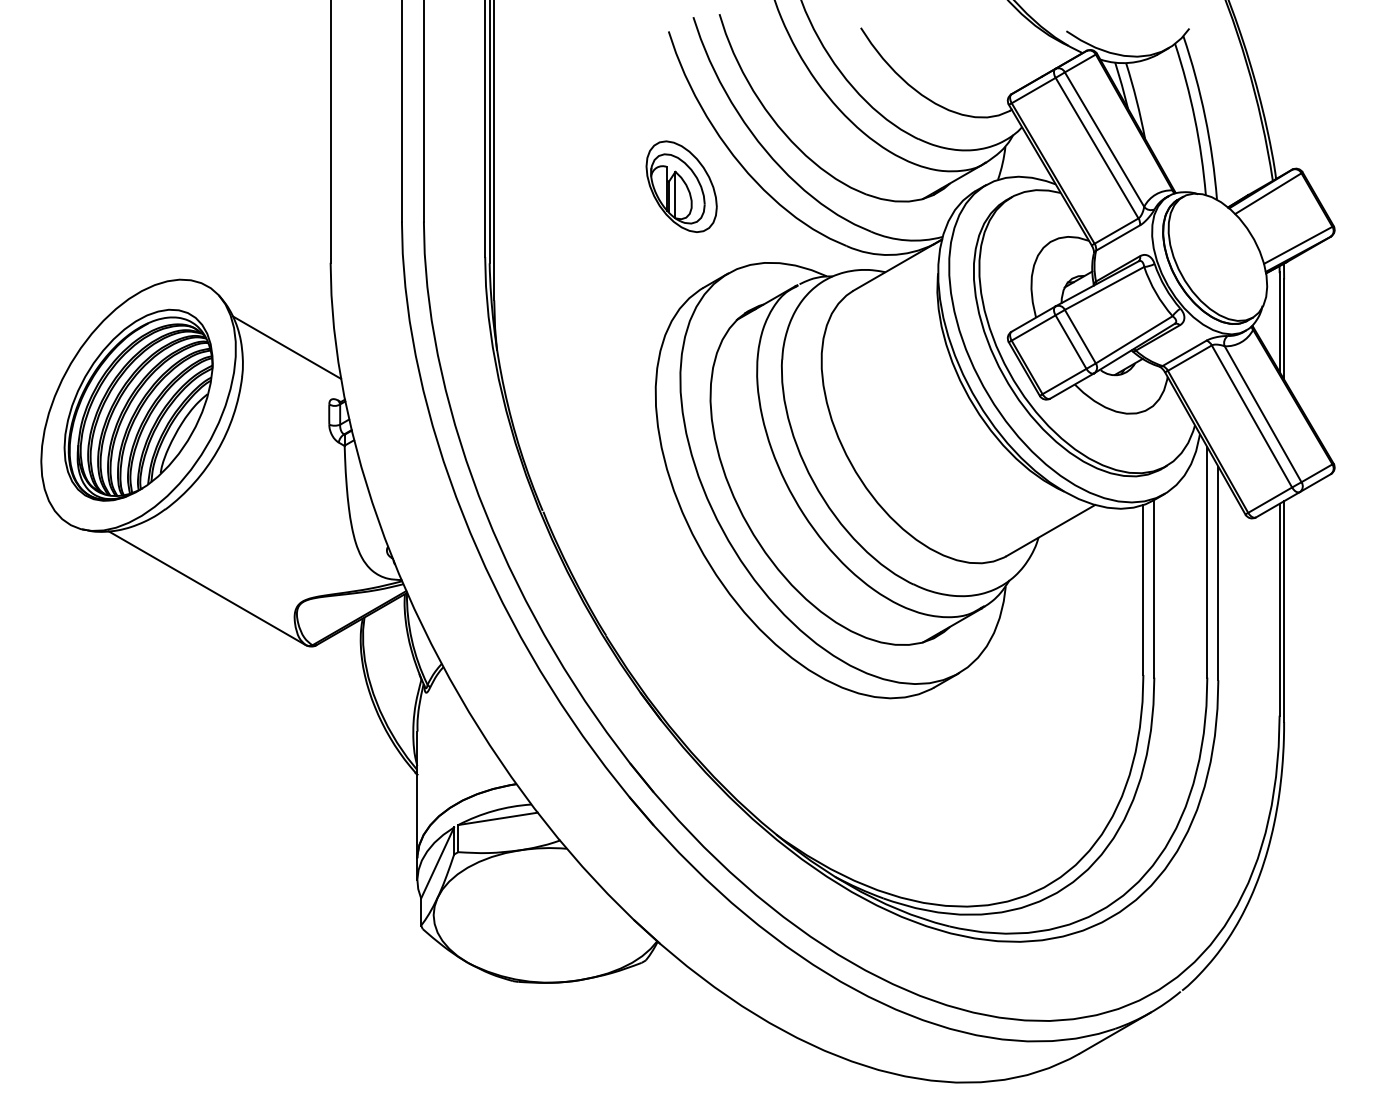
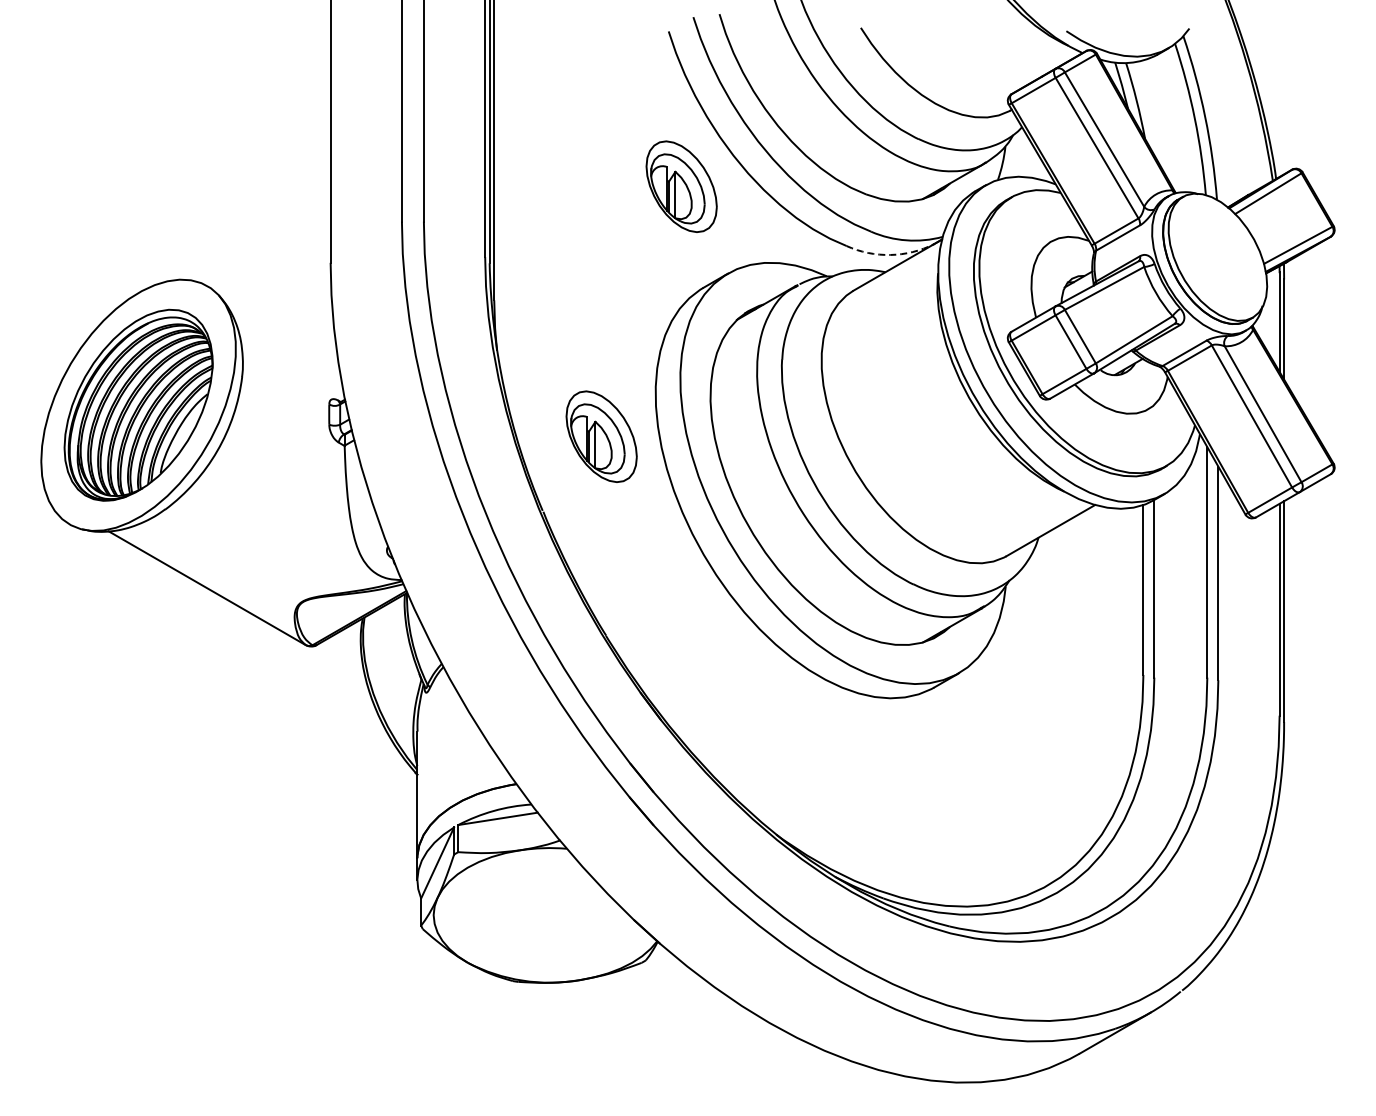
arc at (890, 254): solid -> dashed
line at (286, 347): present -> none
part at (601, 436): none -> present
